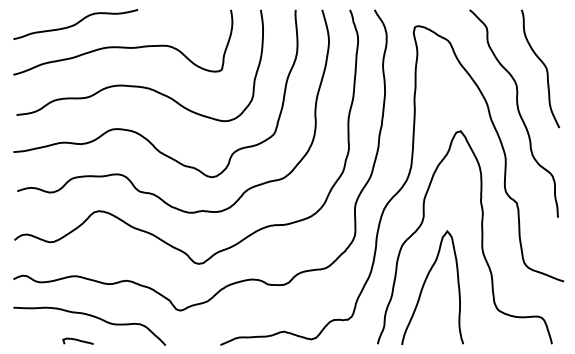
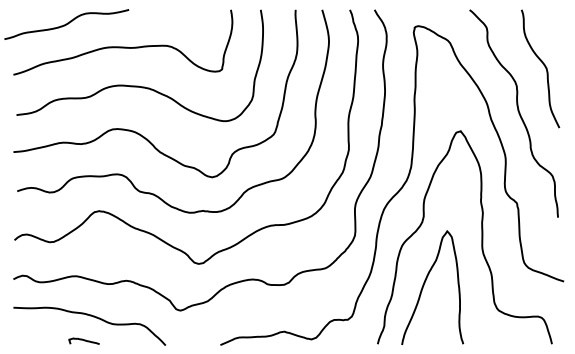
curve at (75, 24) position: (75, 24) -> (66, 24)
curve at (77, 340) position: (77, 340) -> (83, 340)
